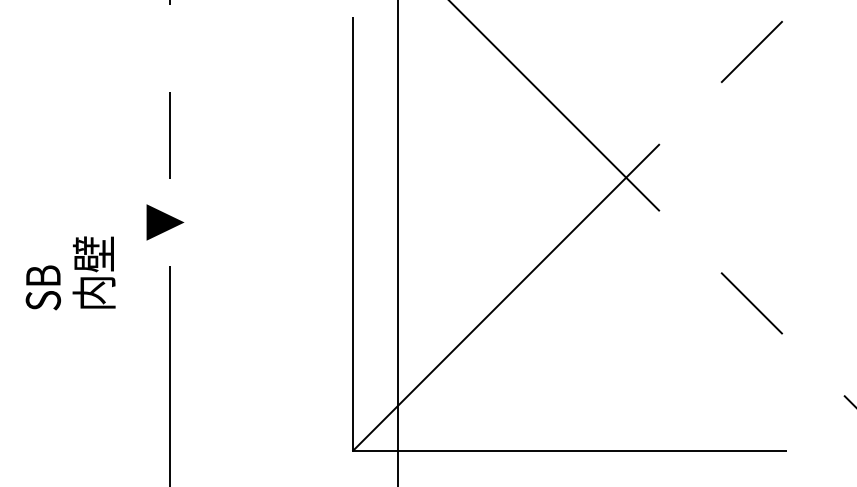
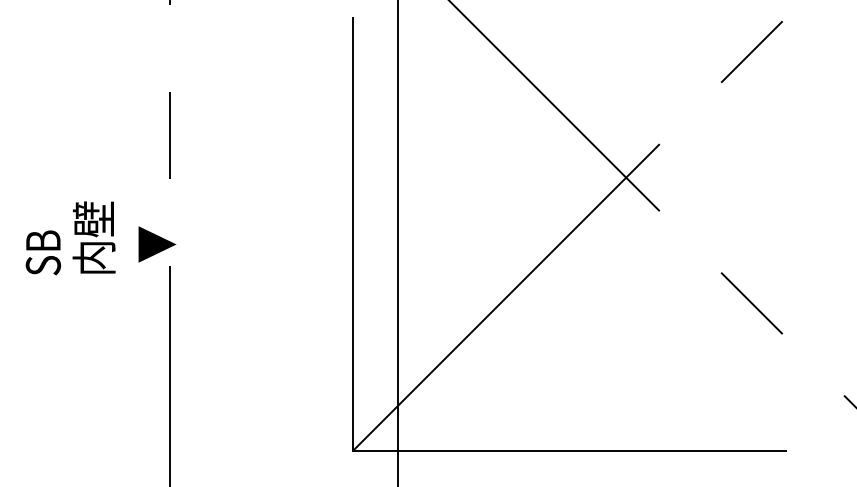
text at (165, 222) position: (165, 222) -> (157, 244)
text at (70, 273) position: (70, 273) -> (70, 238)
